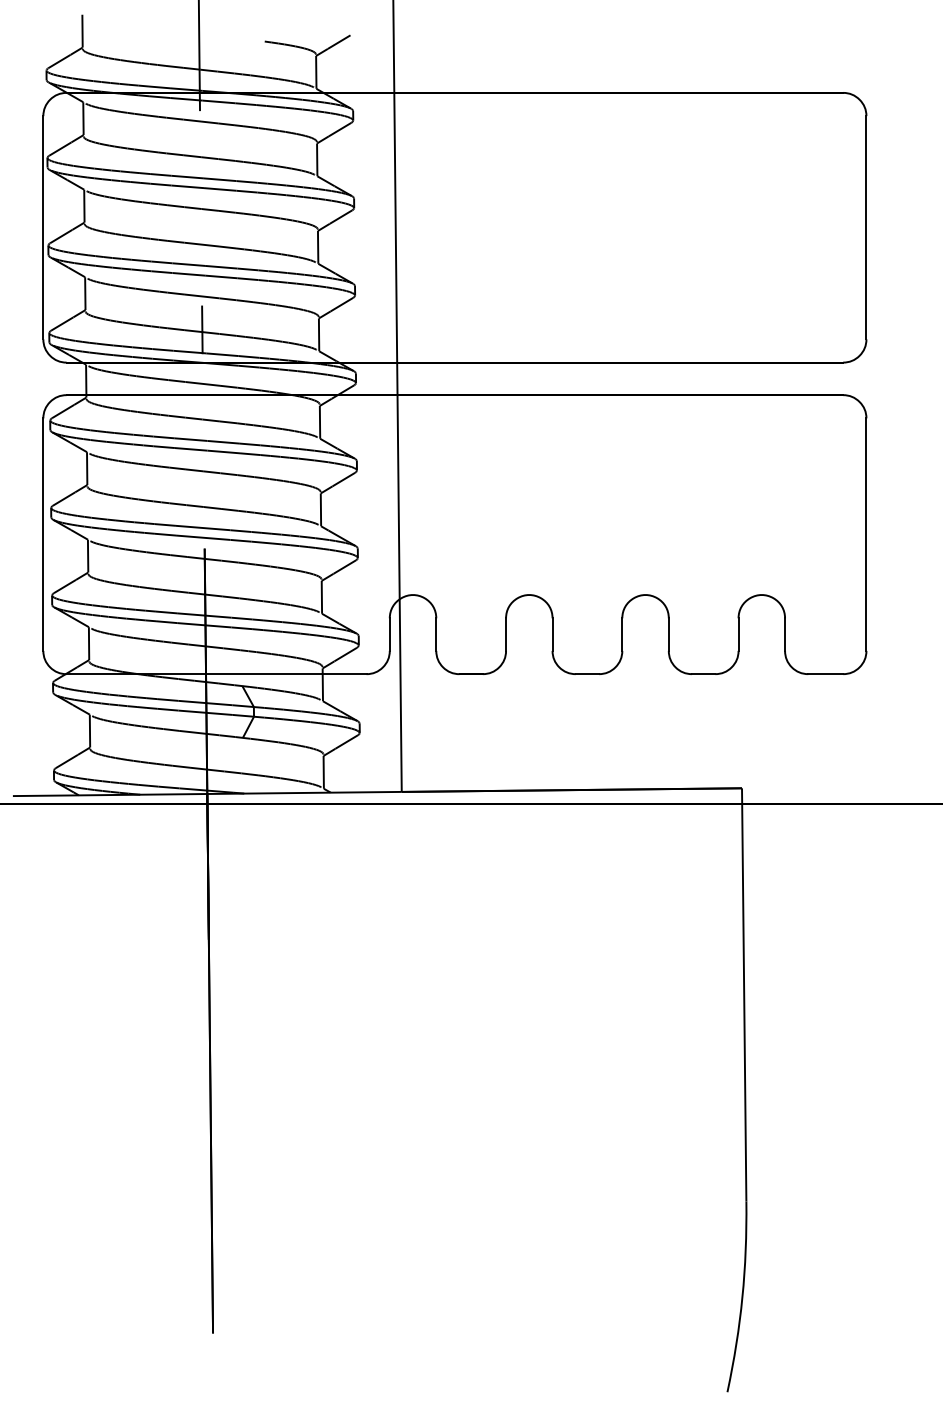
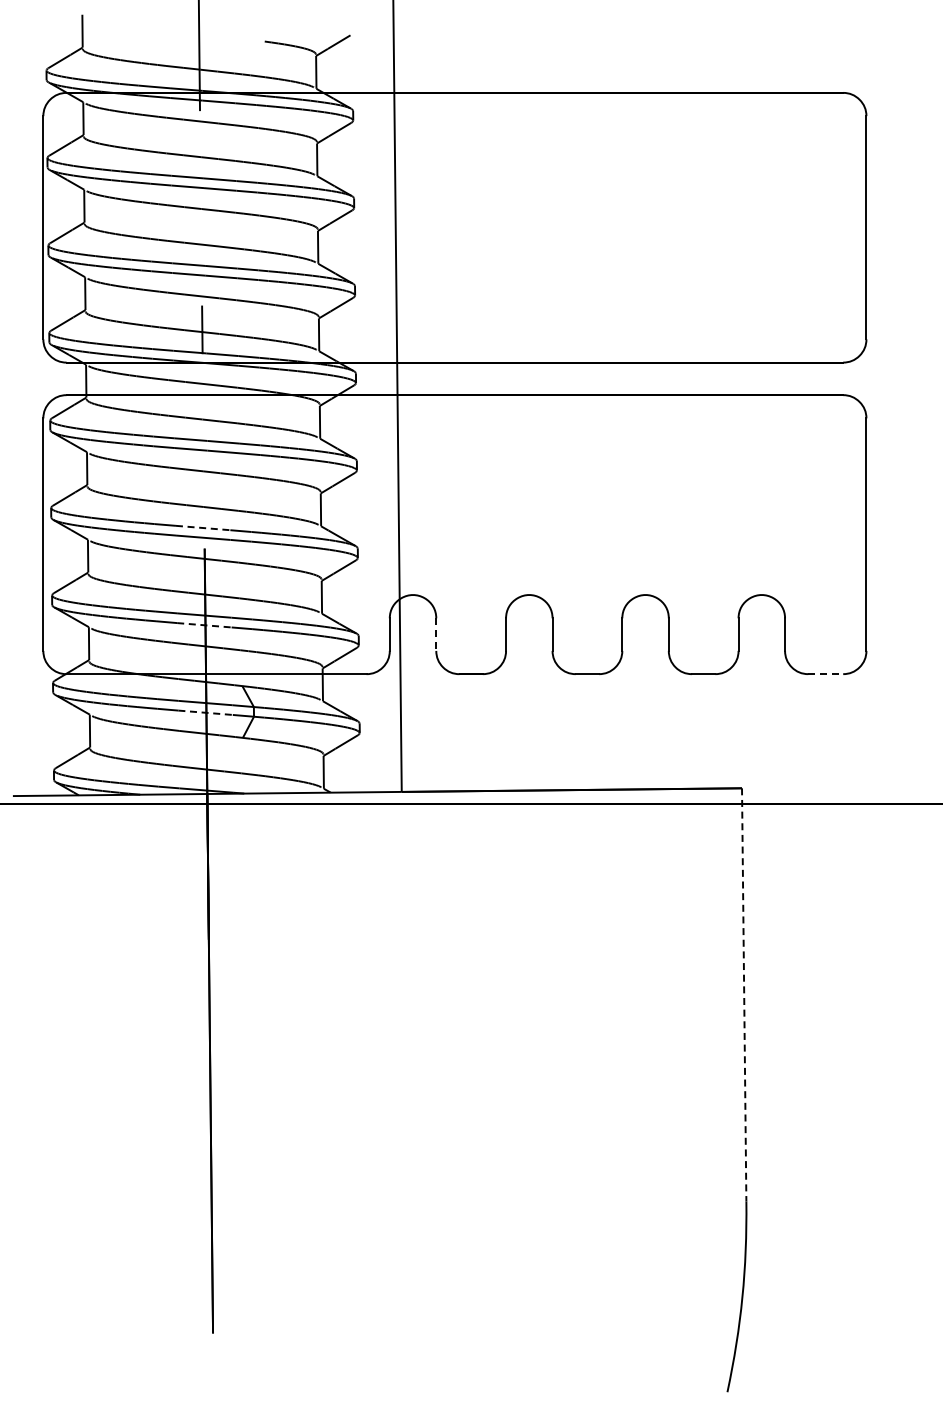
line at (203, 528): solid -> dashed
line at (204, 625): solid -> dashed
line at (436, 635): solid -> dashed
line at (826, 674): solid -> dashed
line at (206, 712): solid -> dashed
line at (744, 994): solid -> dashed
